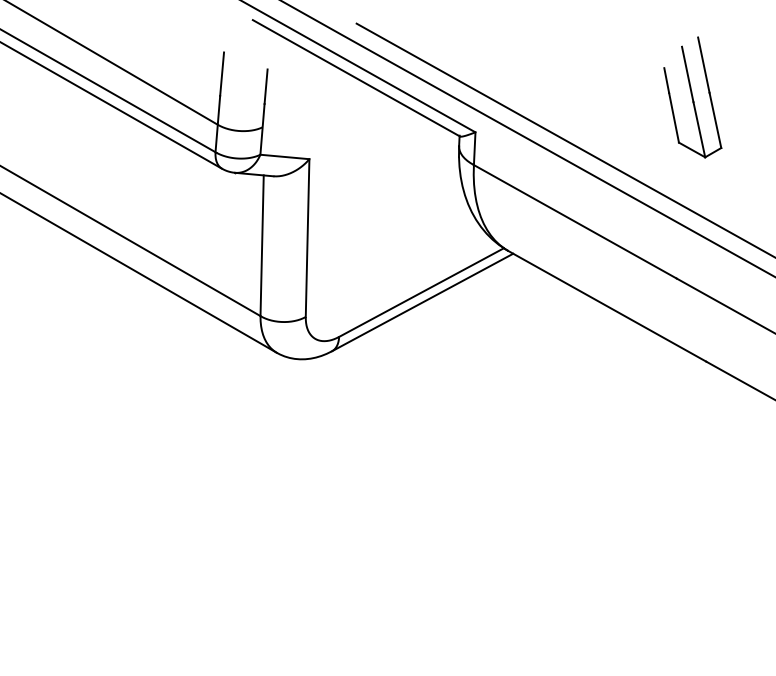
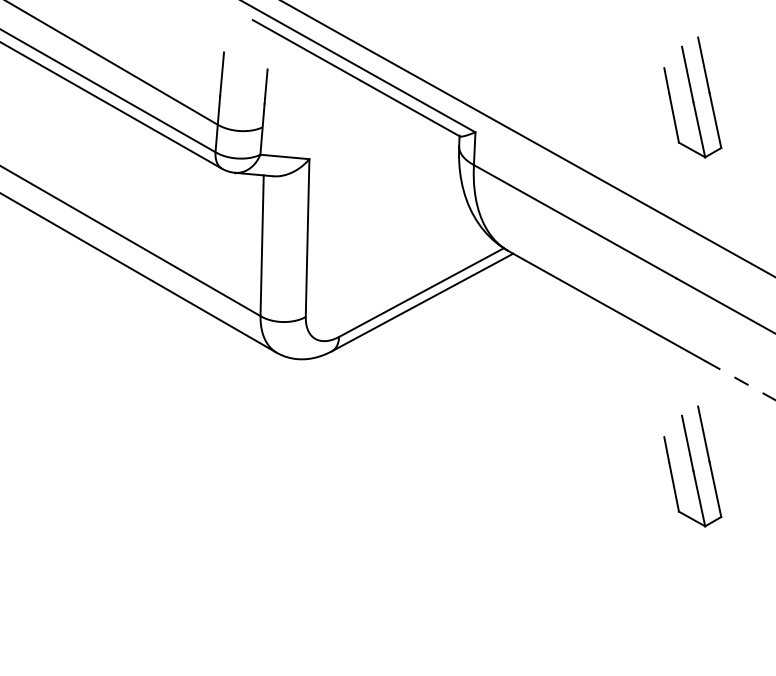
line at (564, 139): present -> none
line at (741, 381): solid -> dashed
part at (692, 466): none -> present
